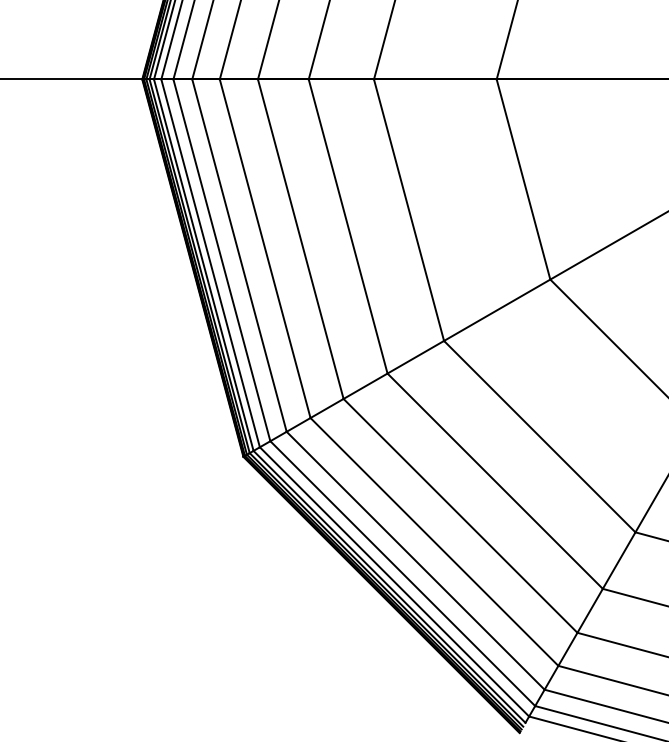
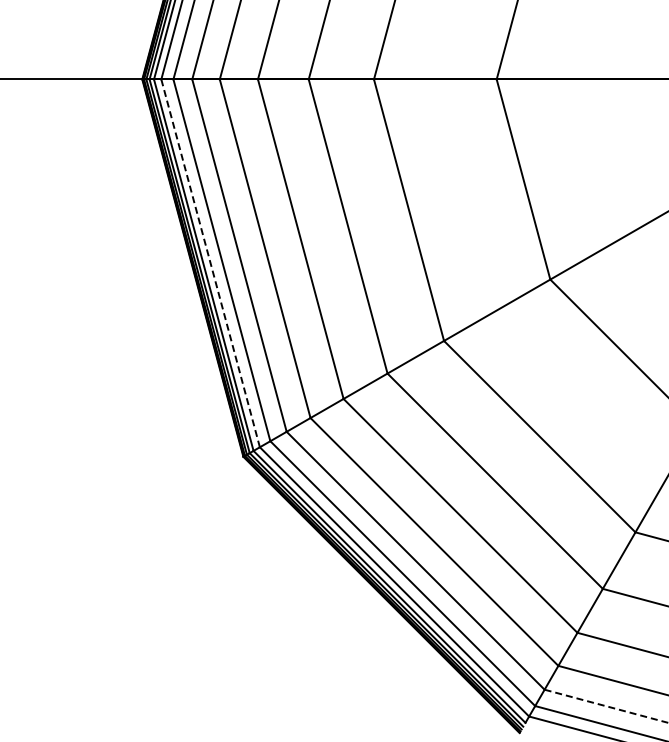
line at (210, 263): solid -> dashed
line at (606, 706): solid -> dashed
